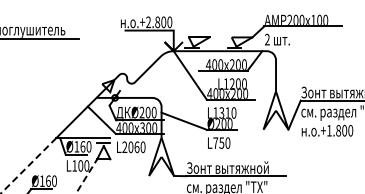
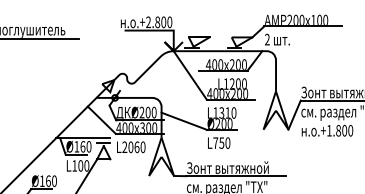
line at (28, 165): dashed -> solid
line at (86, 176): dashed -> solid
